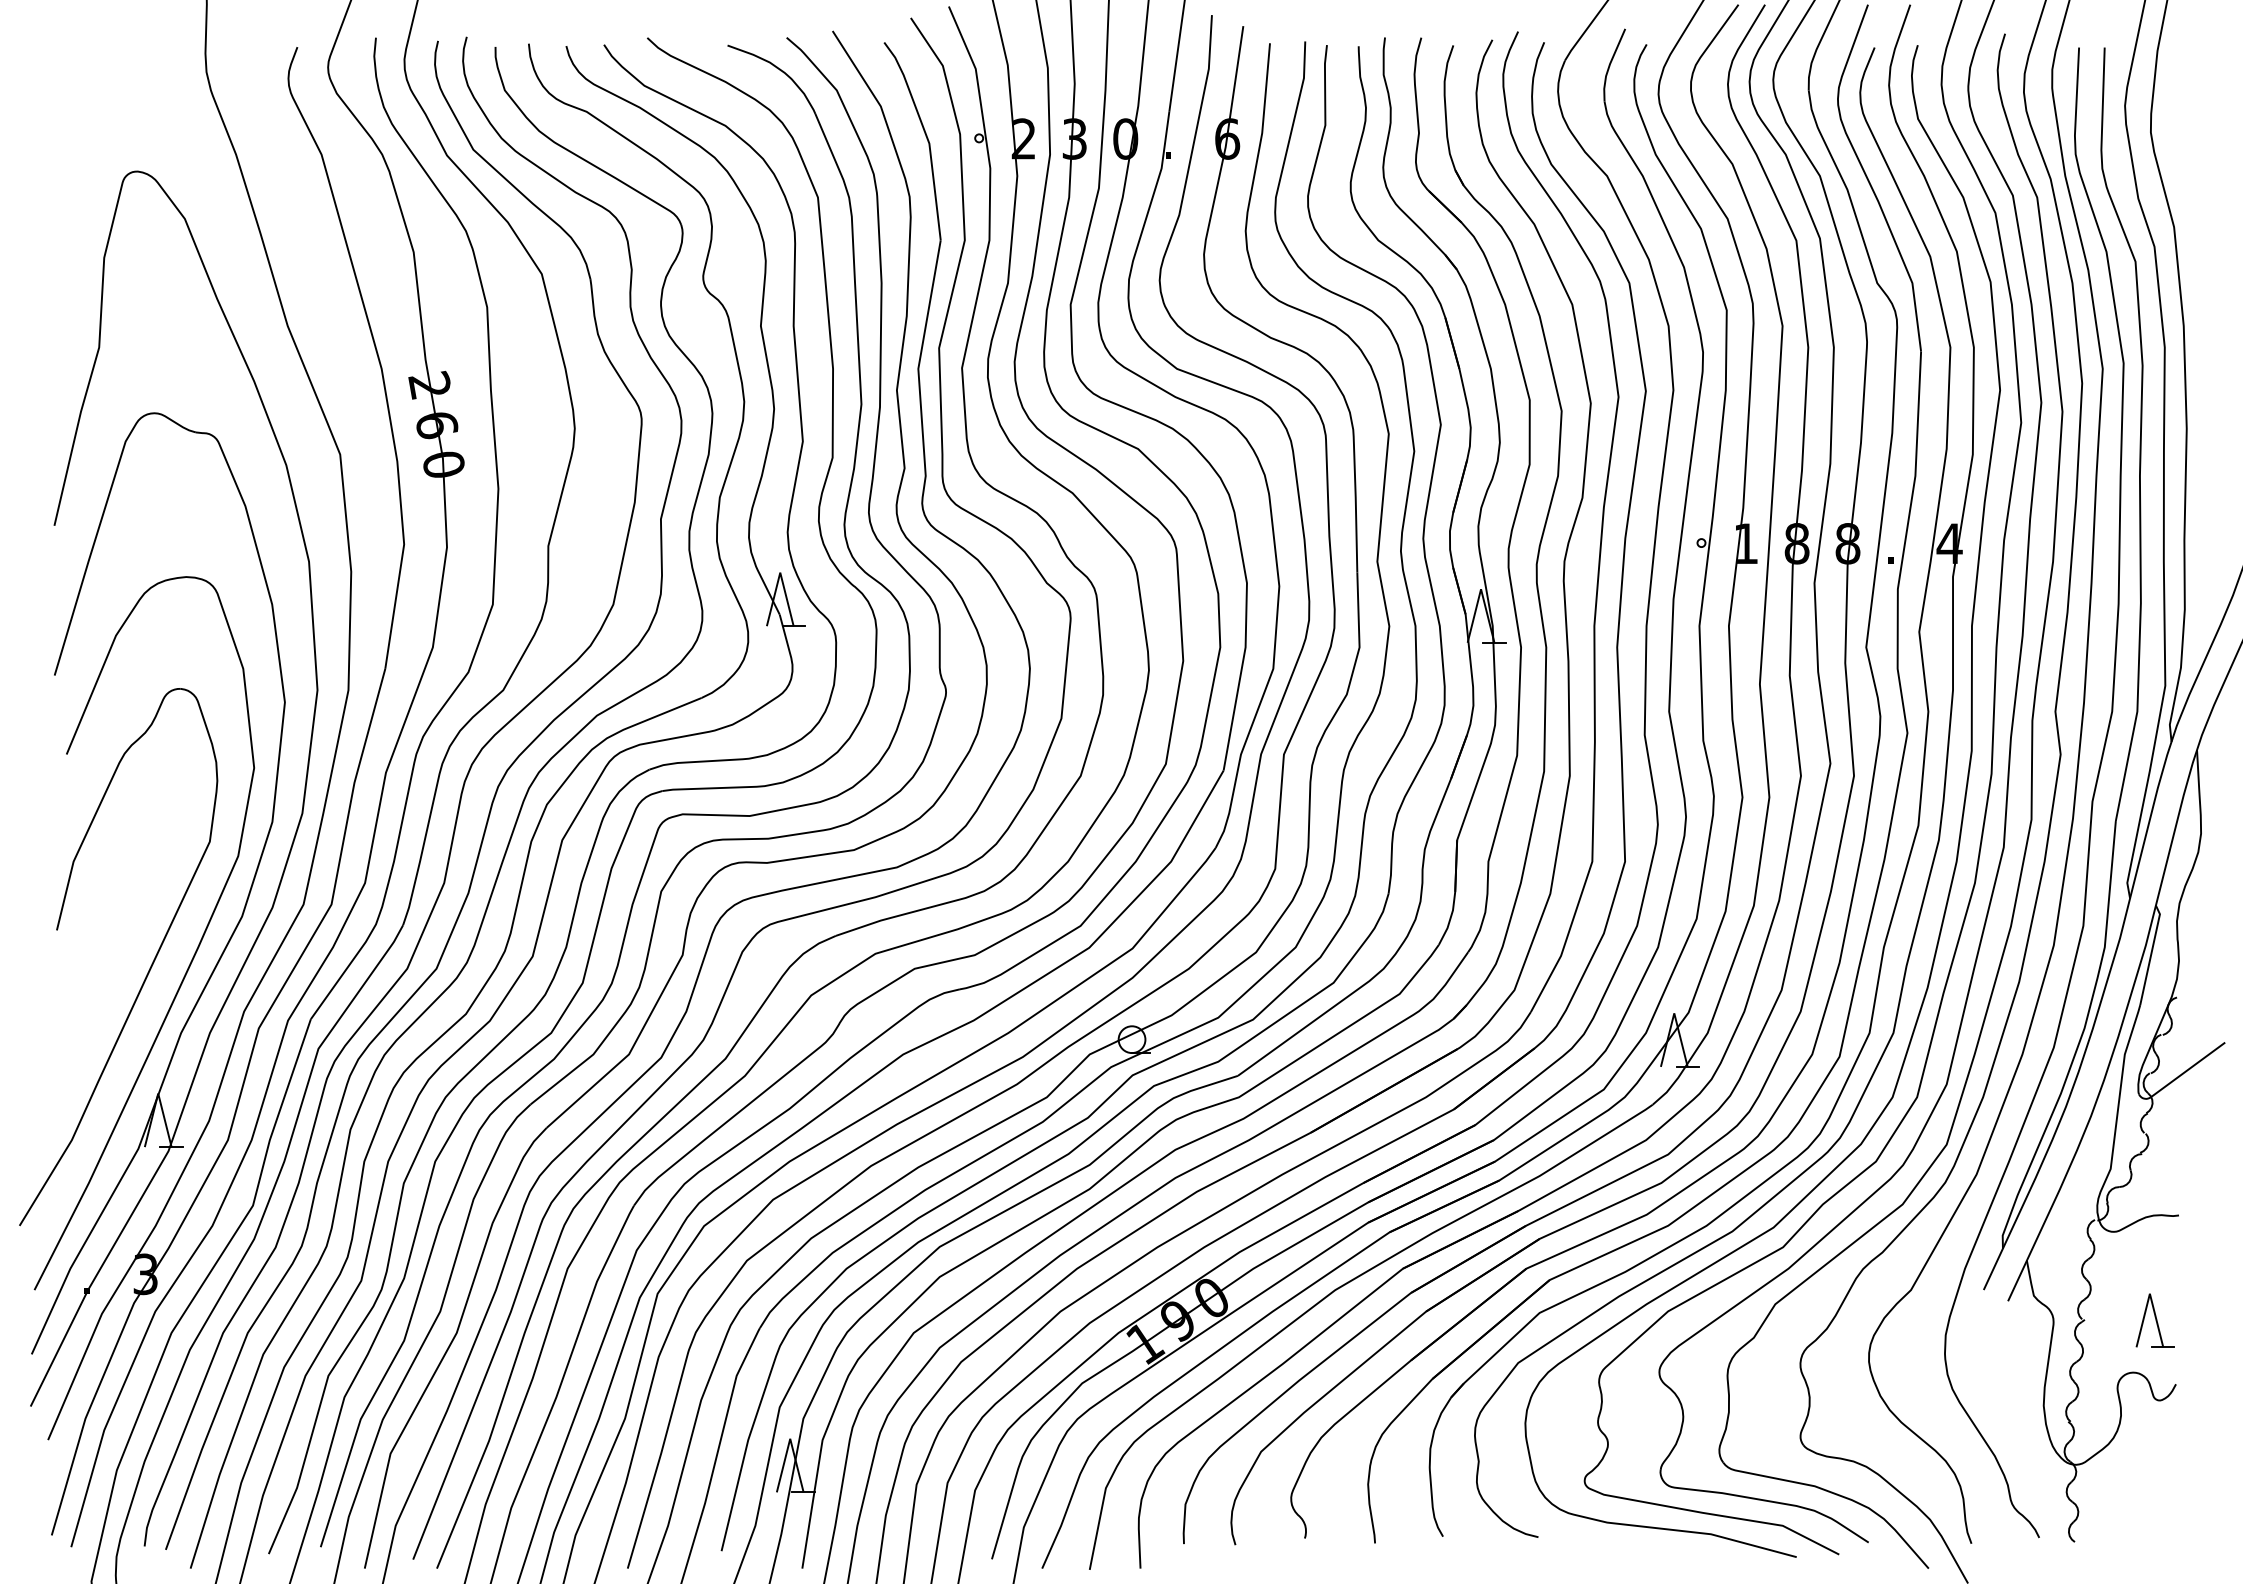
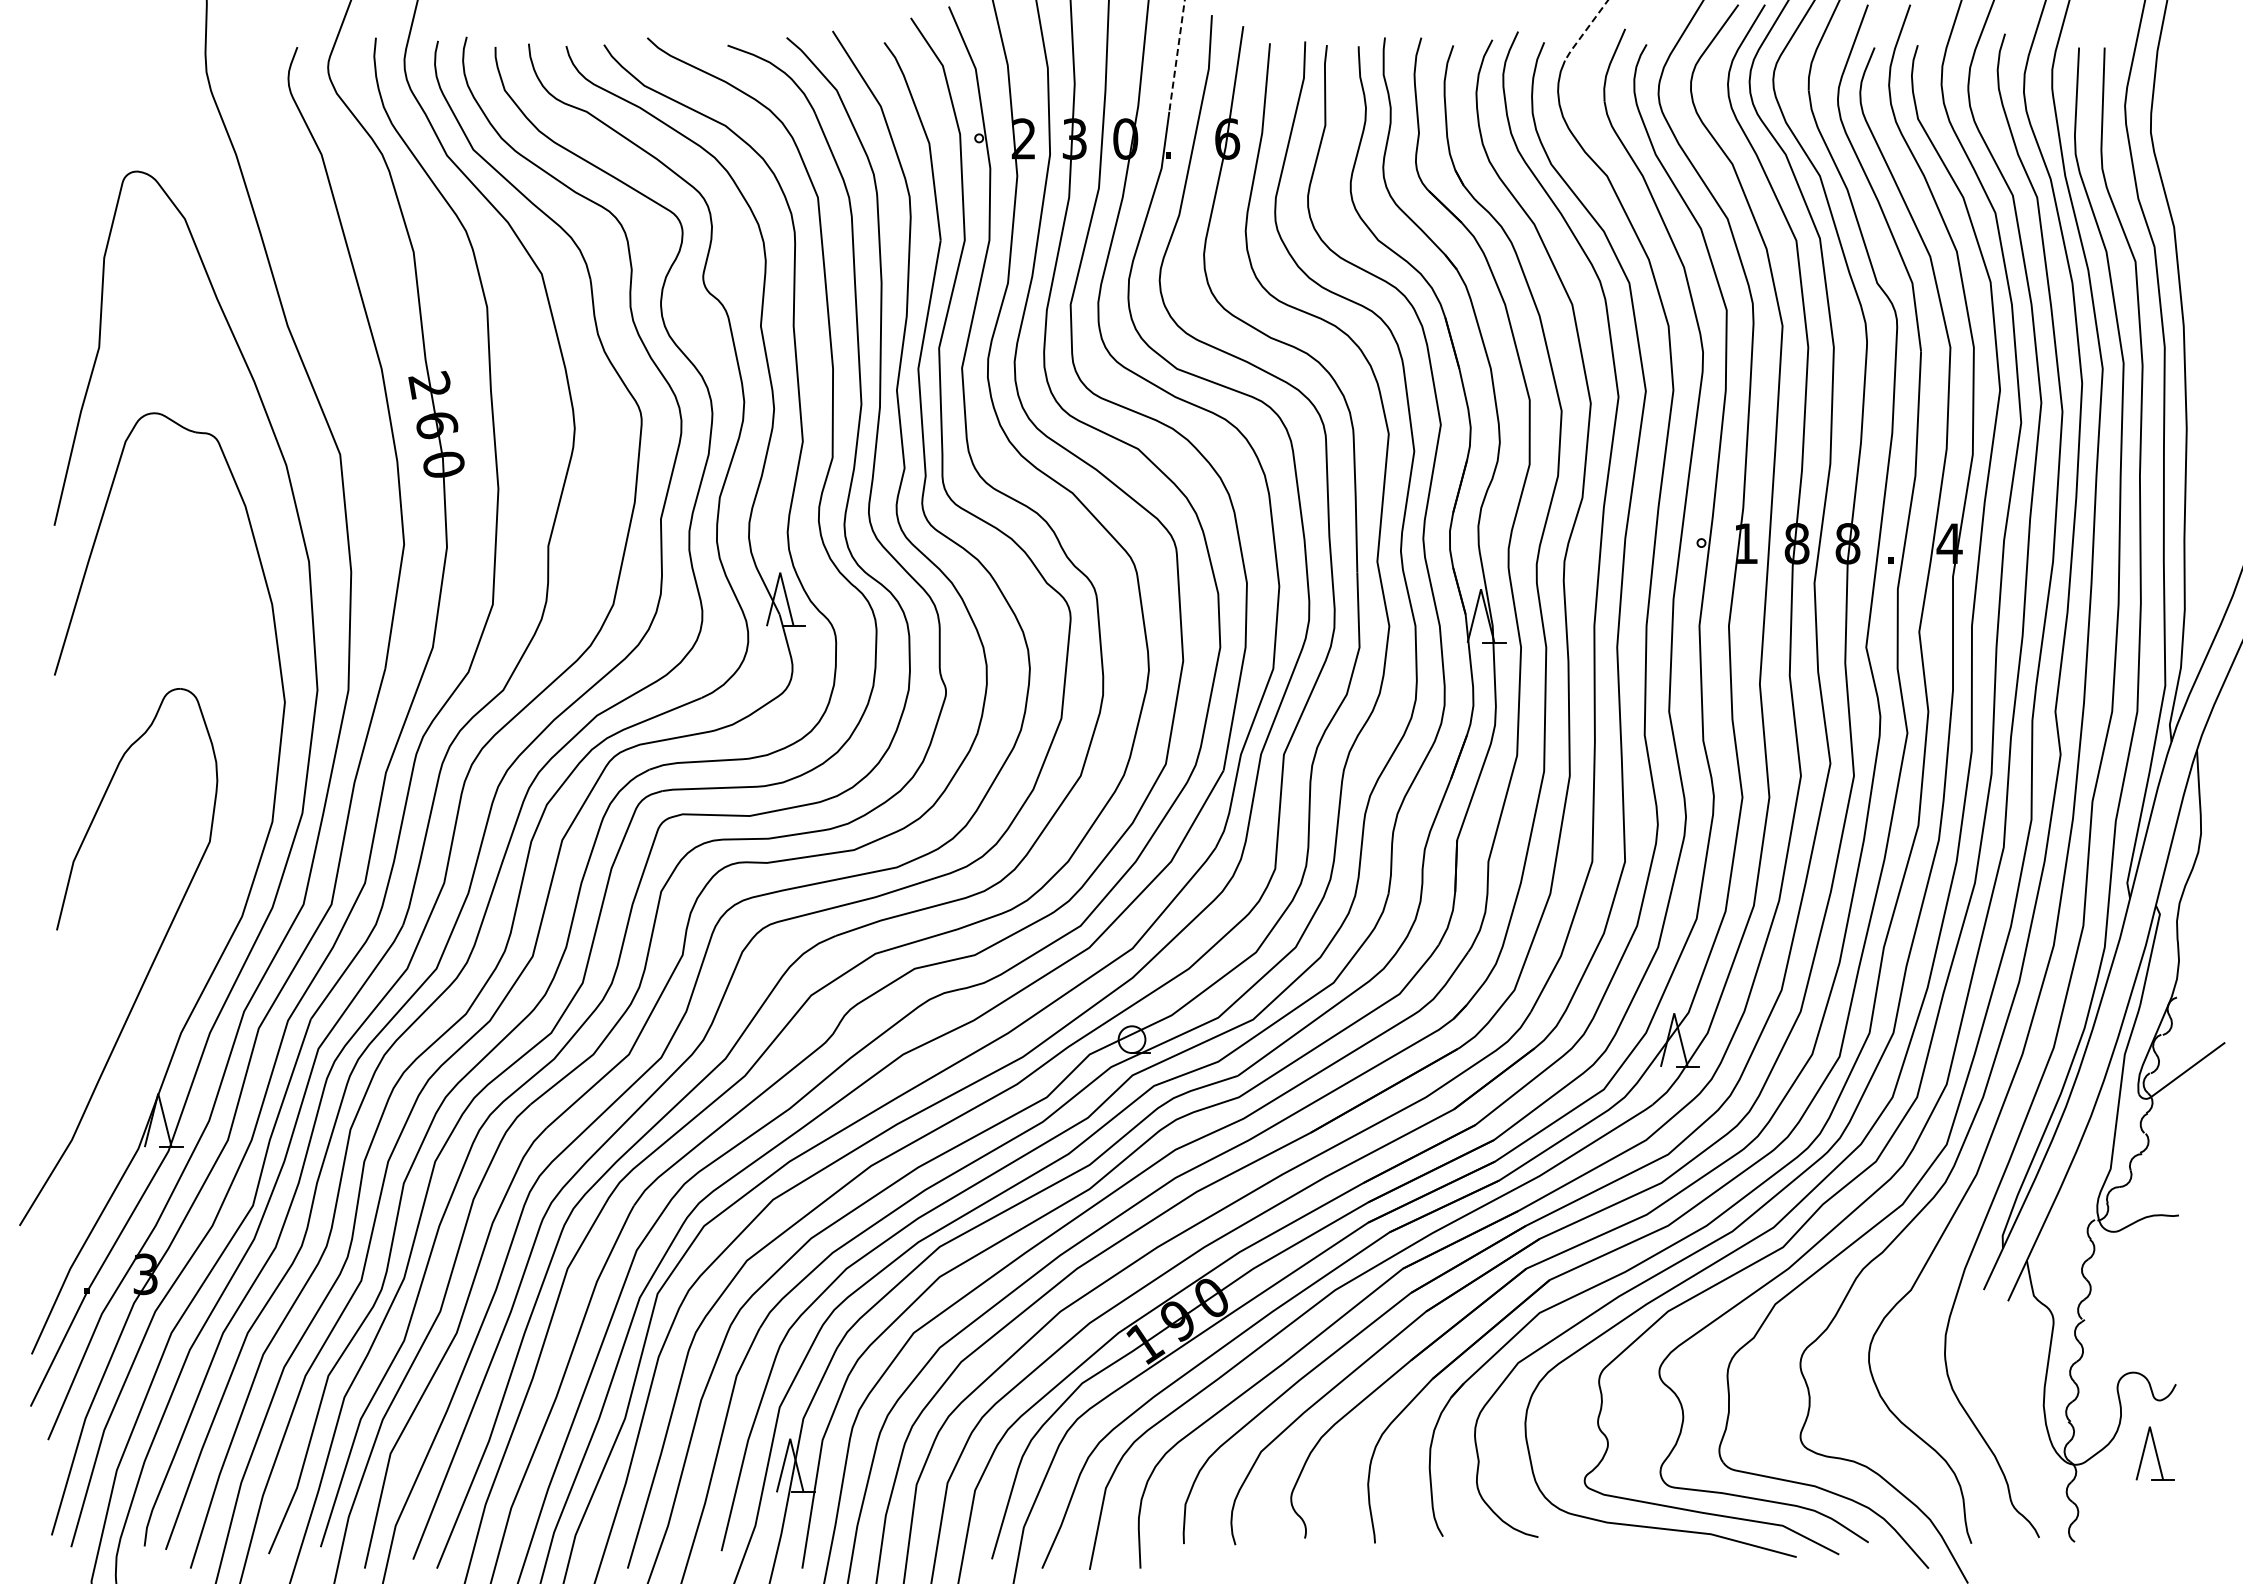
line at (1585, 30): solid -> dashed
line at (1176, 56): solid -> dashed
curve at (194, 952): present -> none
part at (2154, 1320) position: (2154, 1320) -> (2154, 1453)
